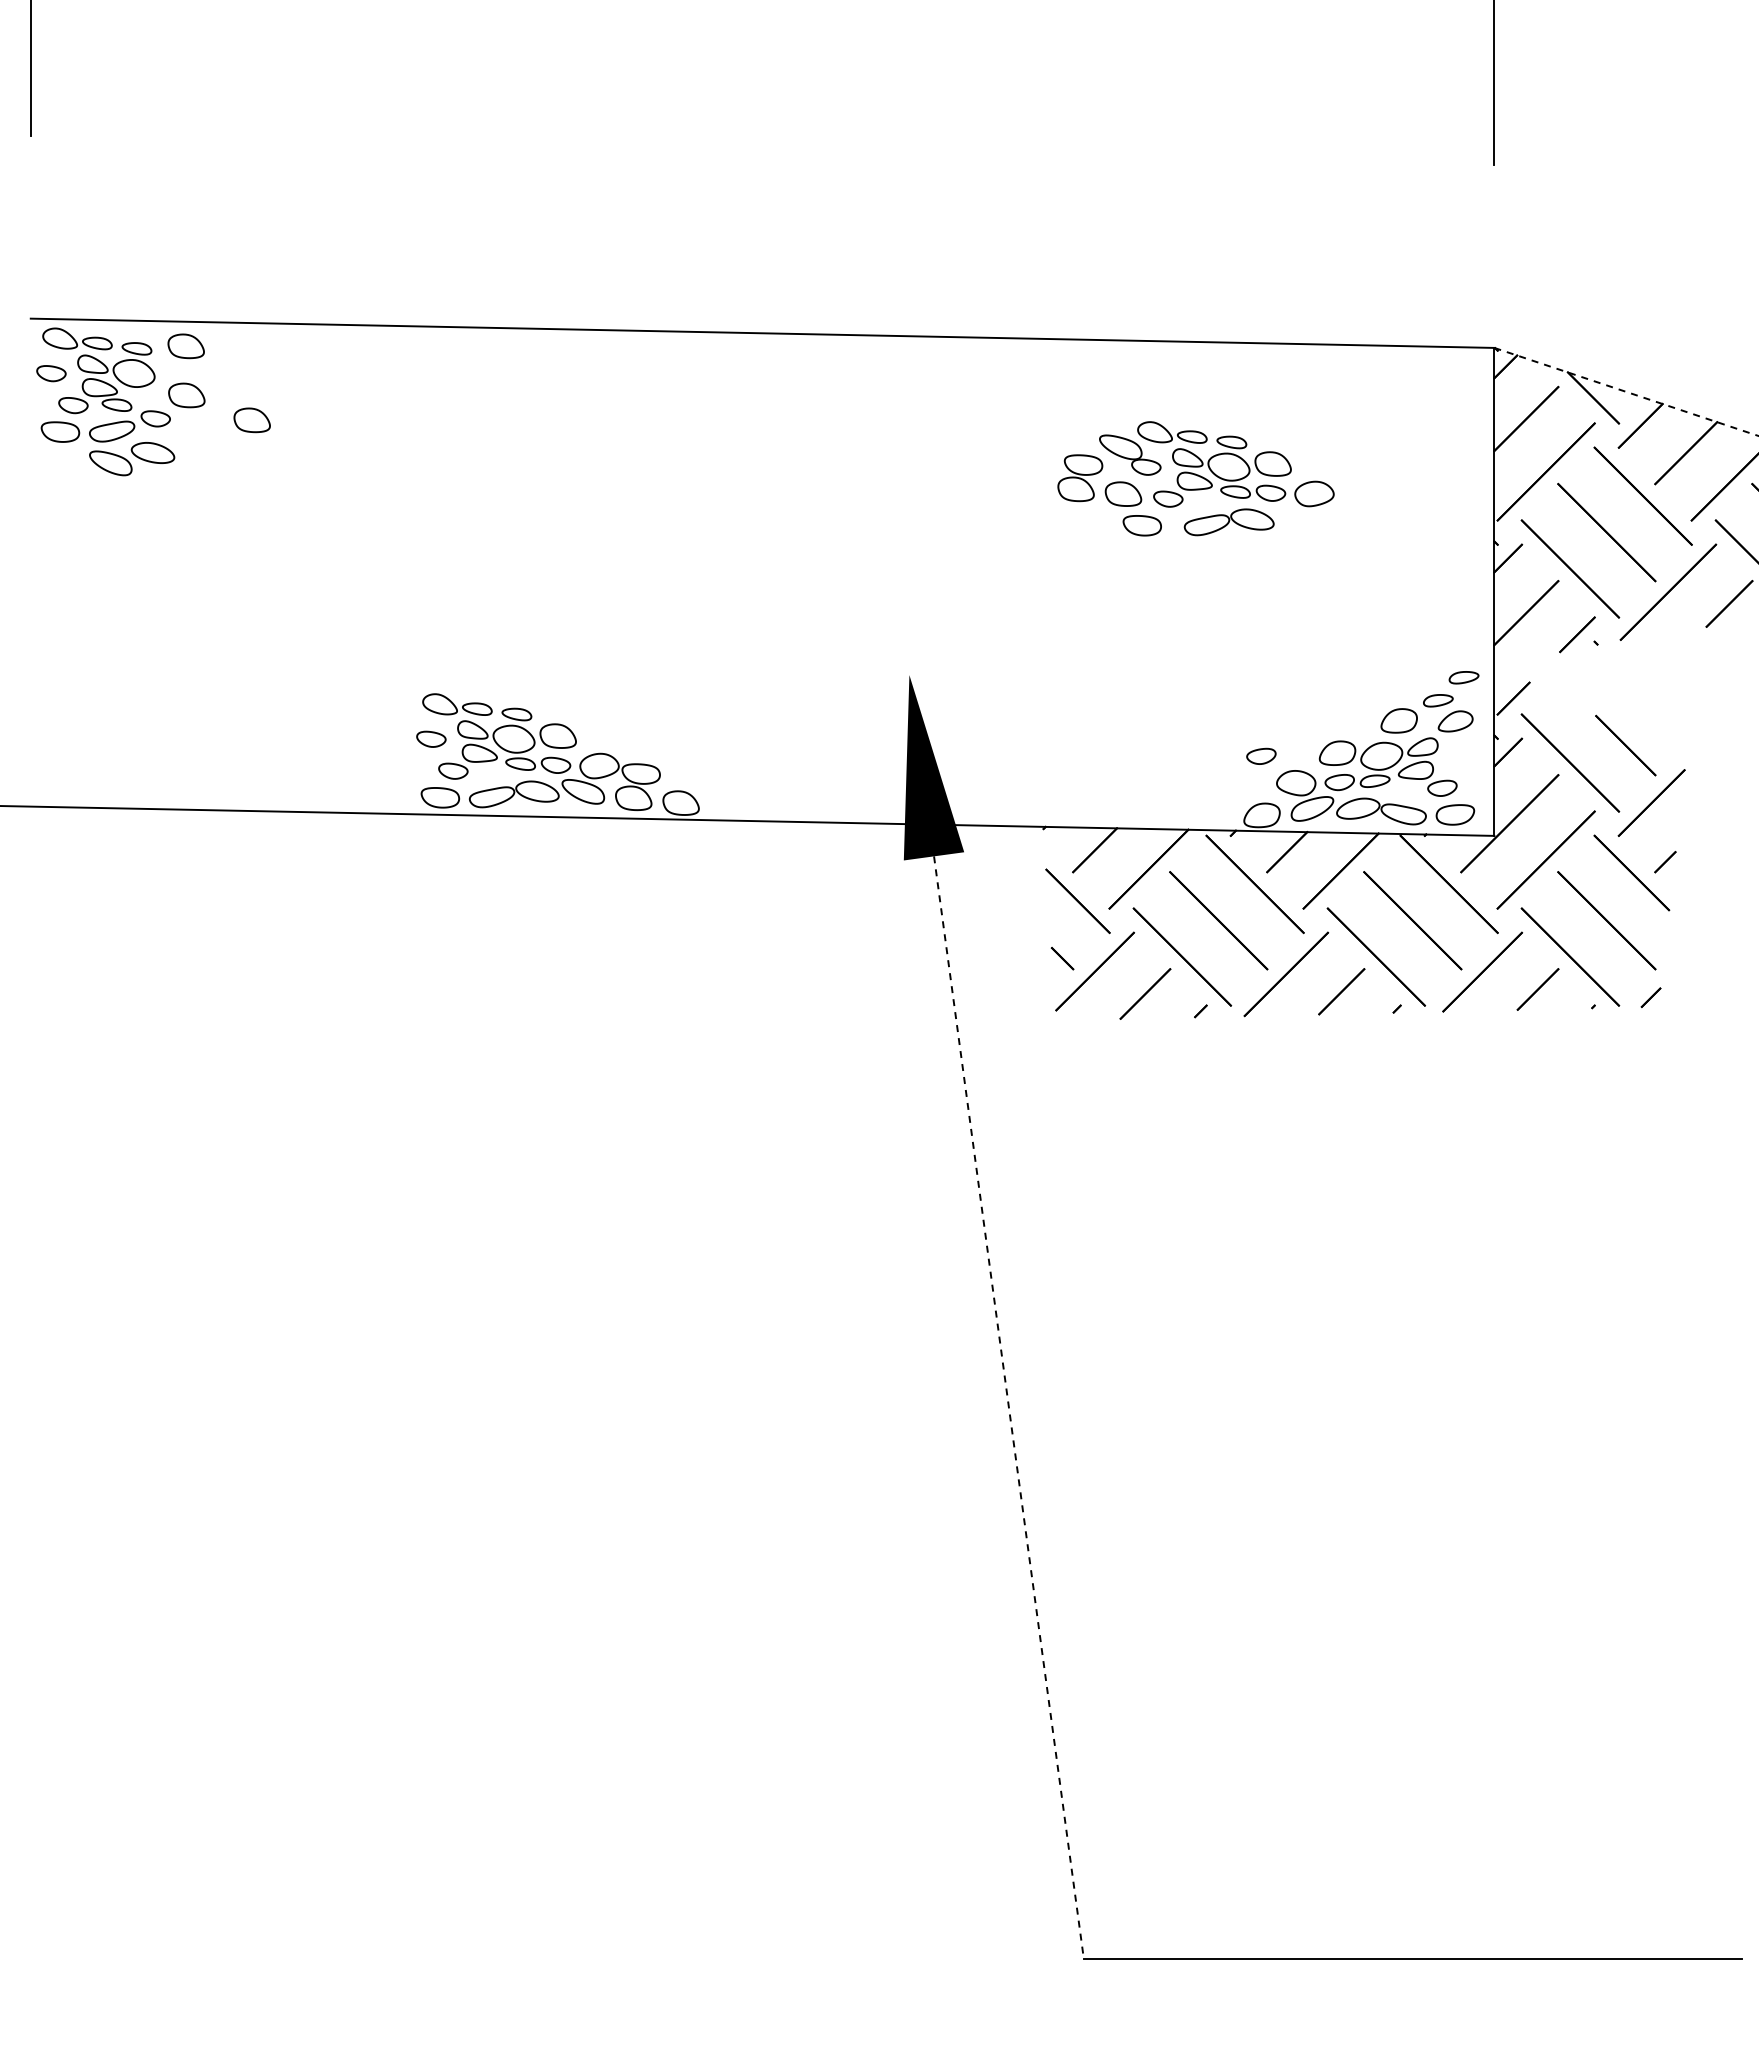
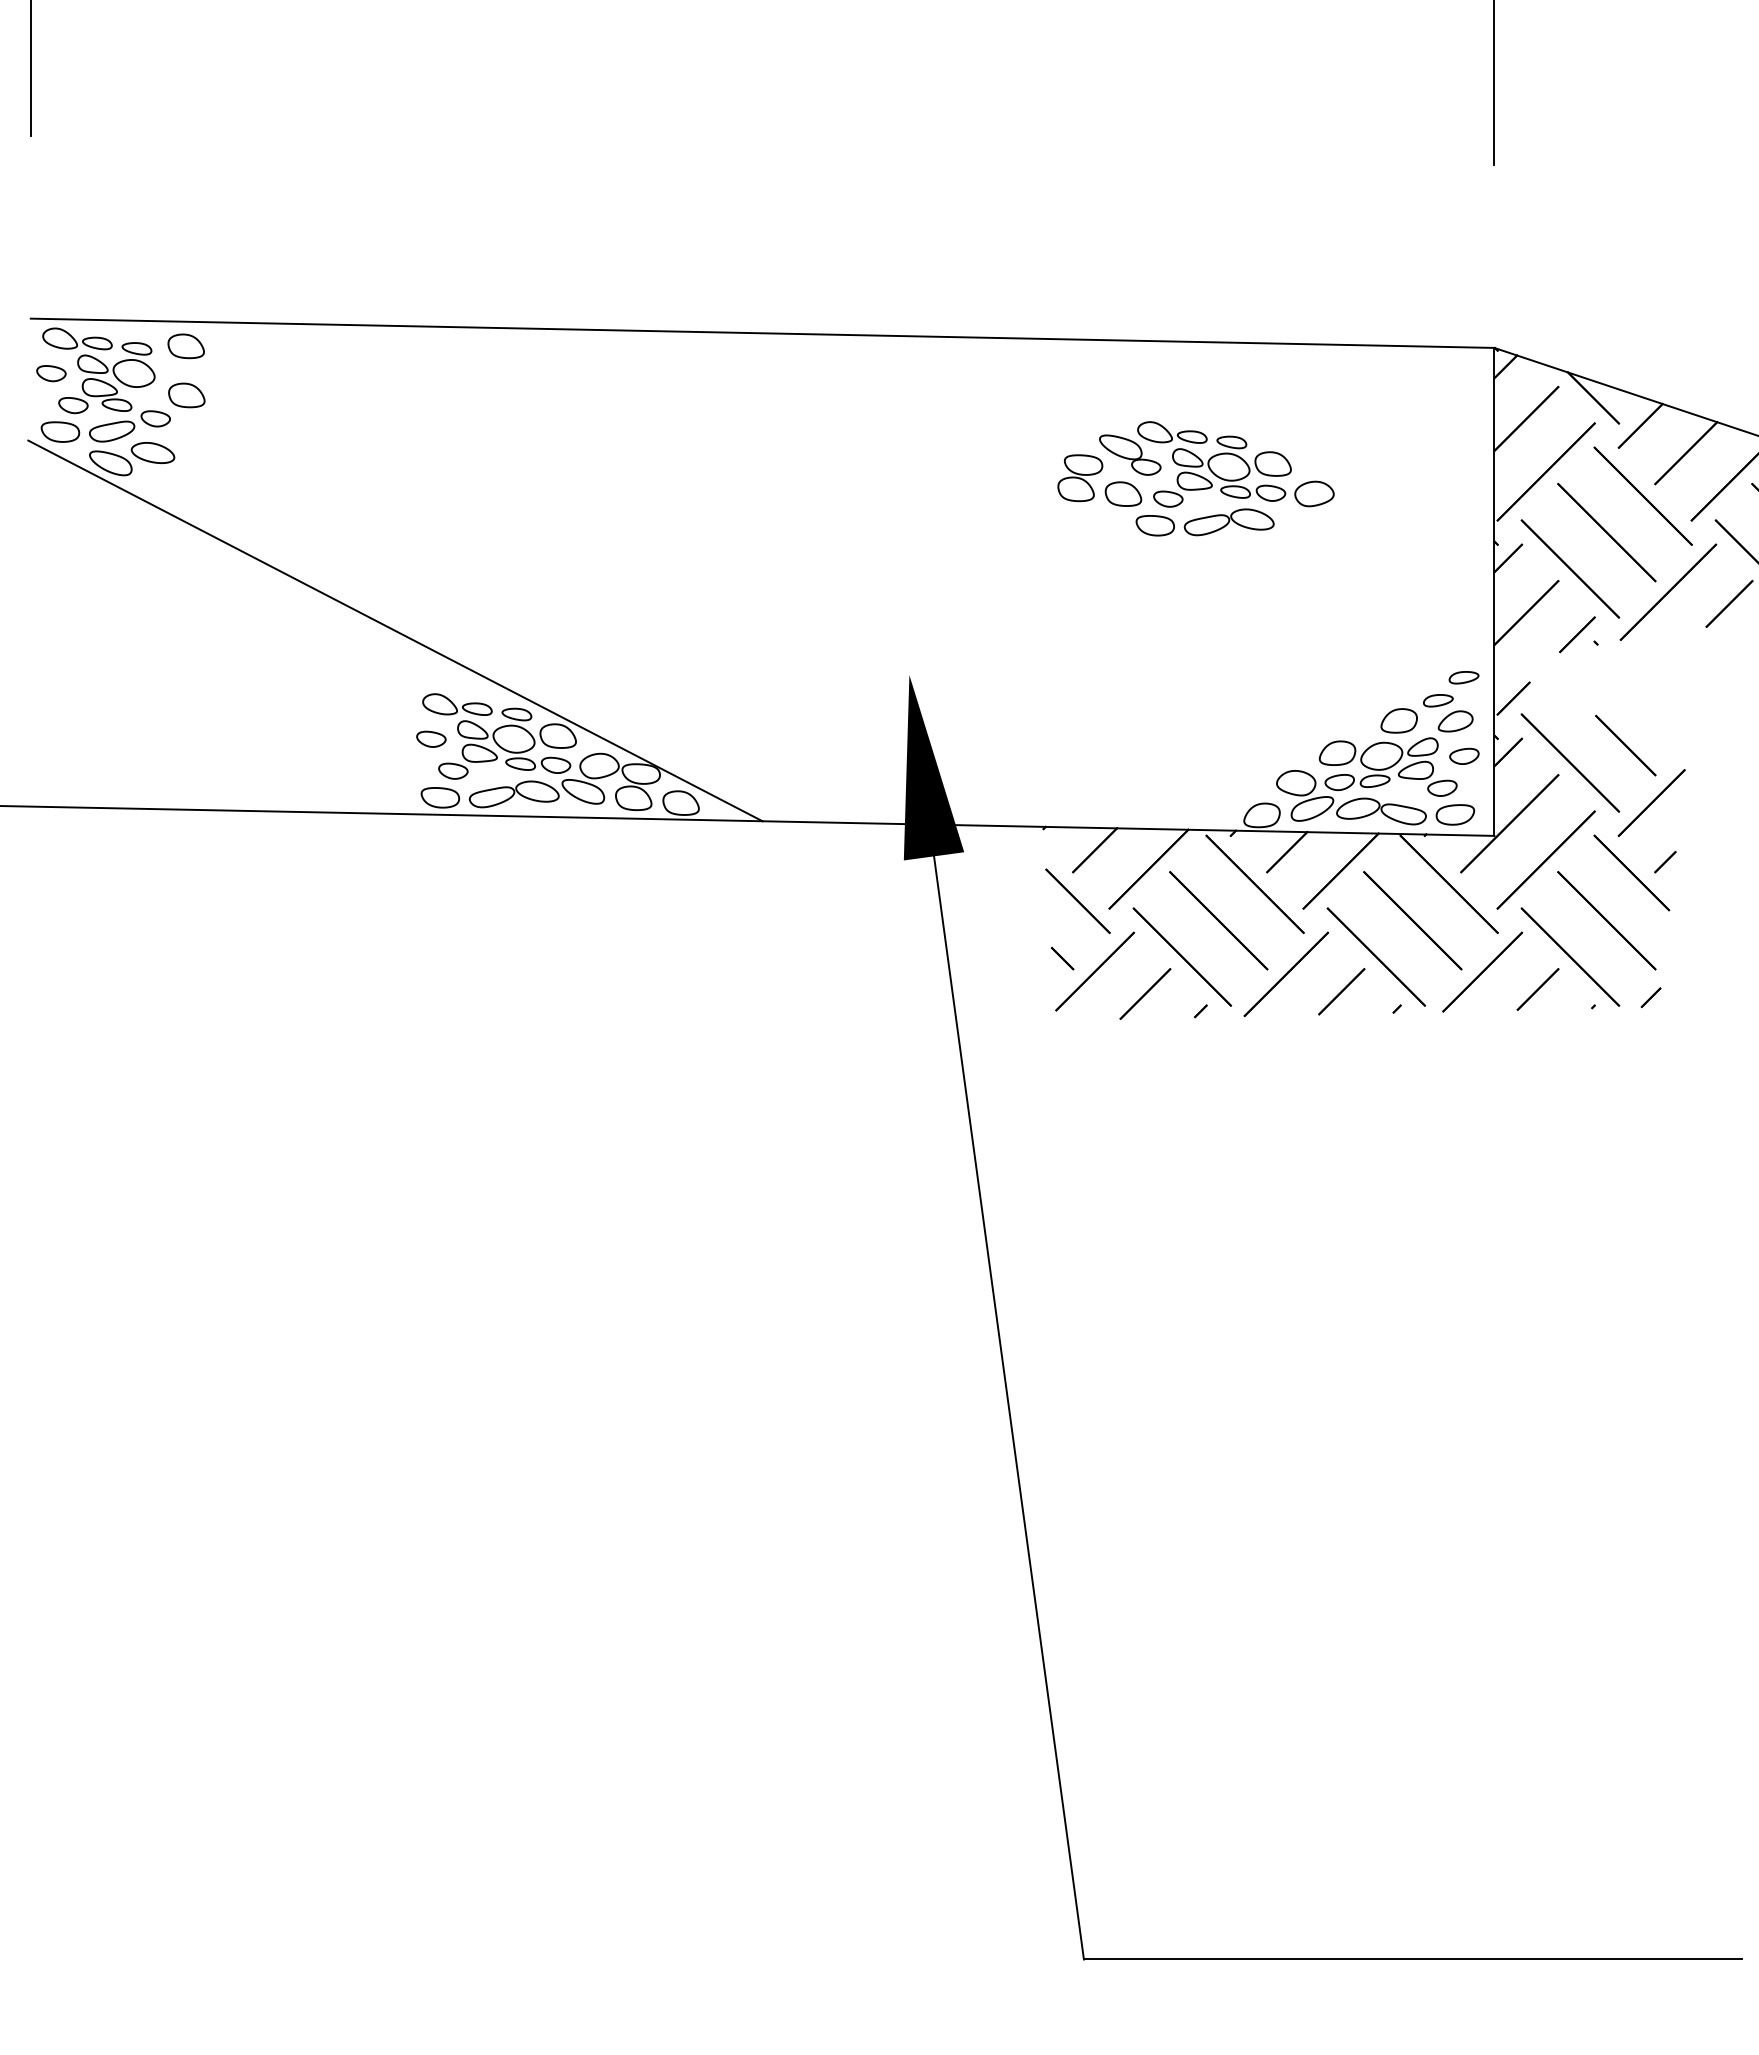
line at (1627, 392): dashed -> solid
part at (251, 420): present -> none
part at (1141, 525) position: (1141, 525) -> (1154, 525)
line at (395, 630): none -> present
part at (1261, 755) position: (1261, 755) -> (1464, 755)
line at (1008, 1407): dashed -> solid
